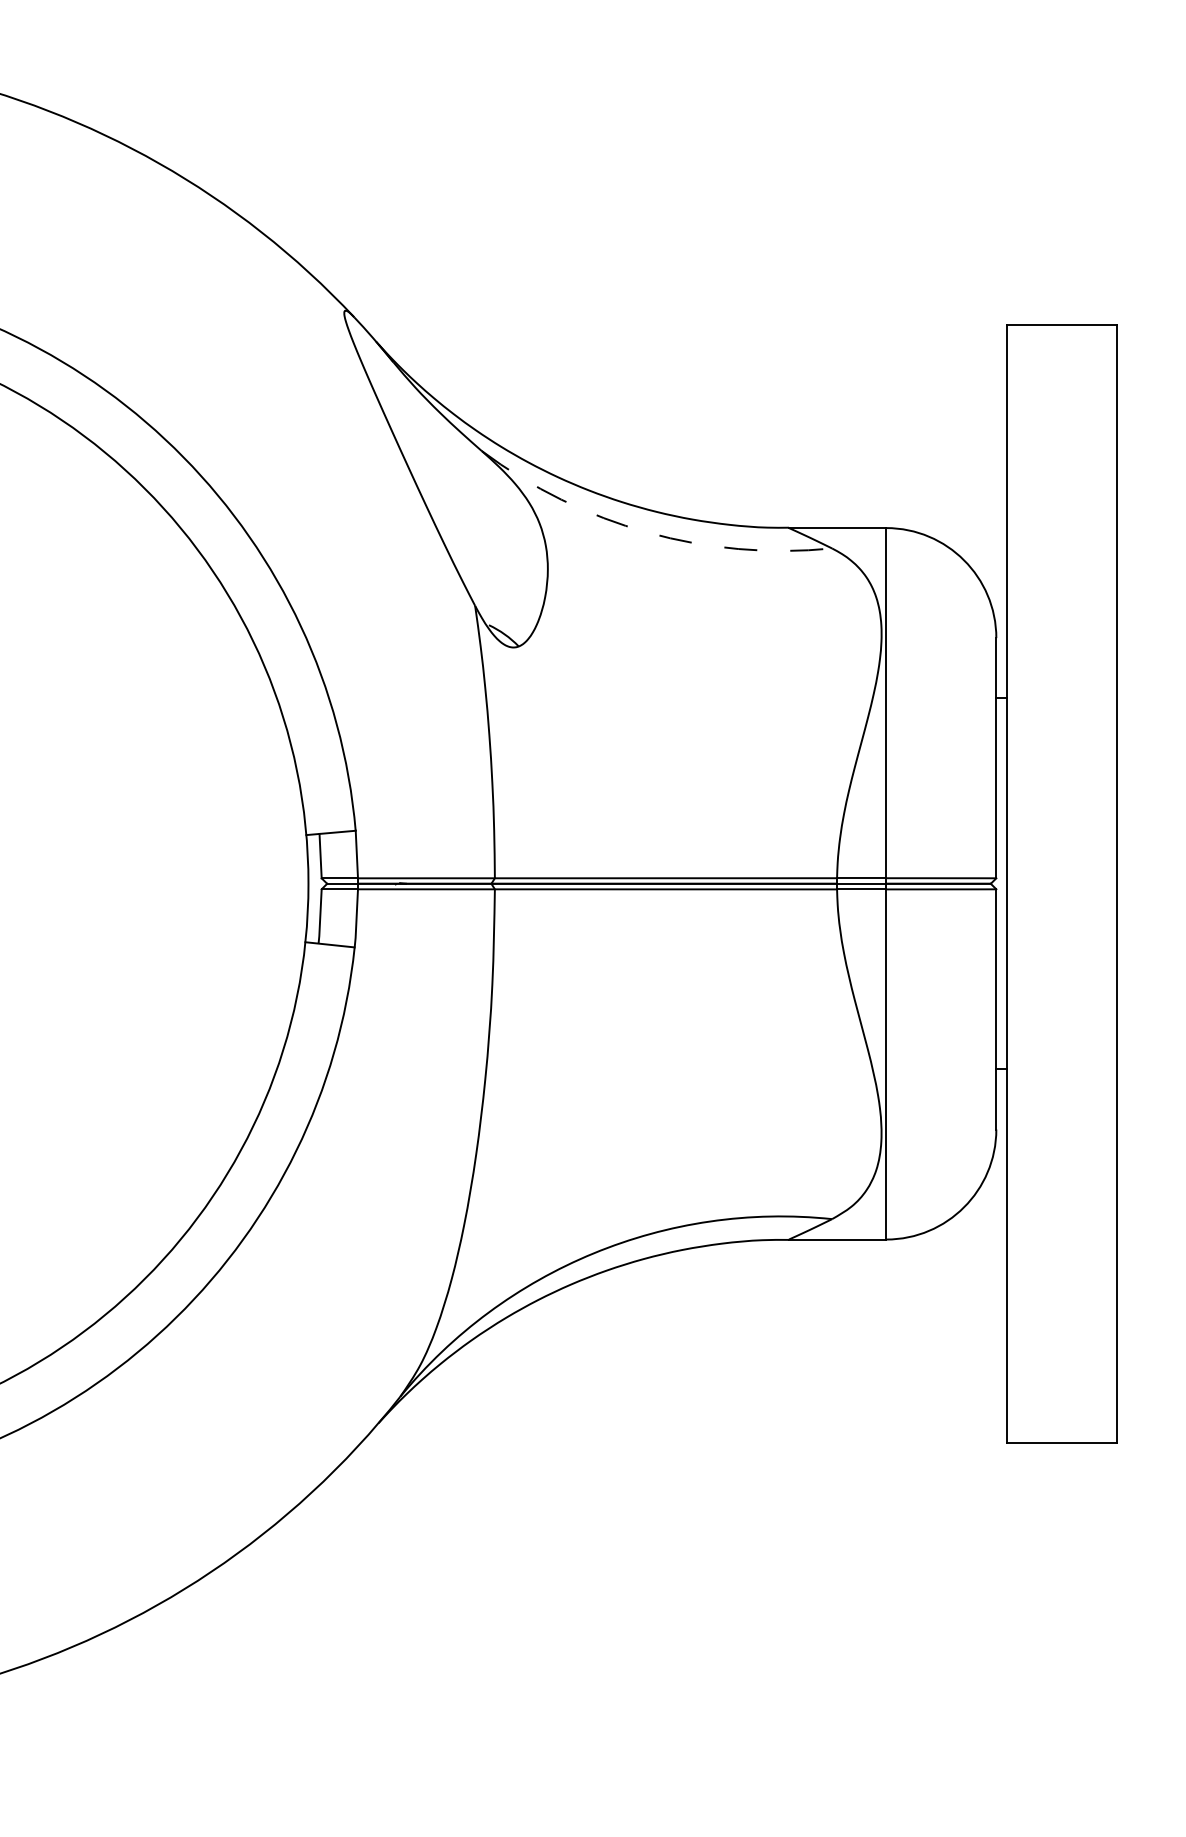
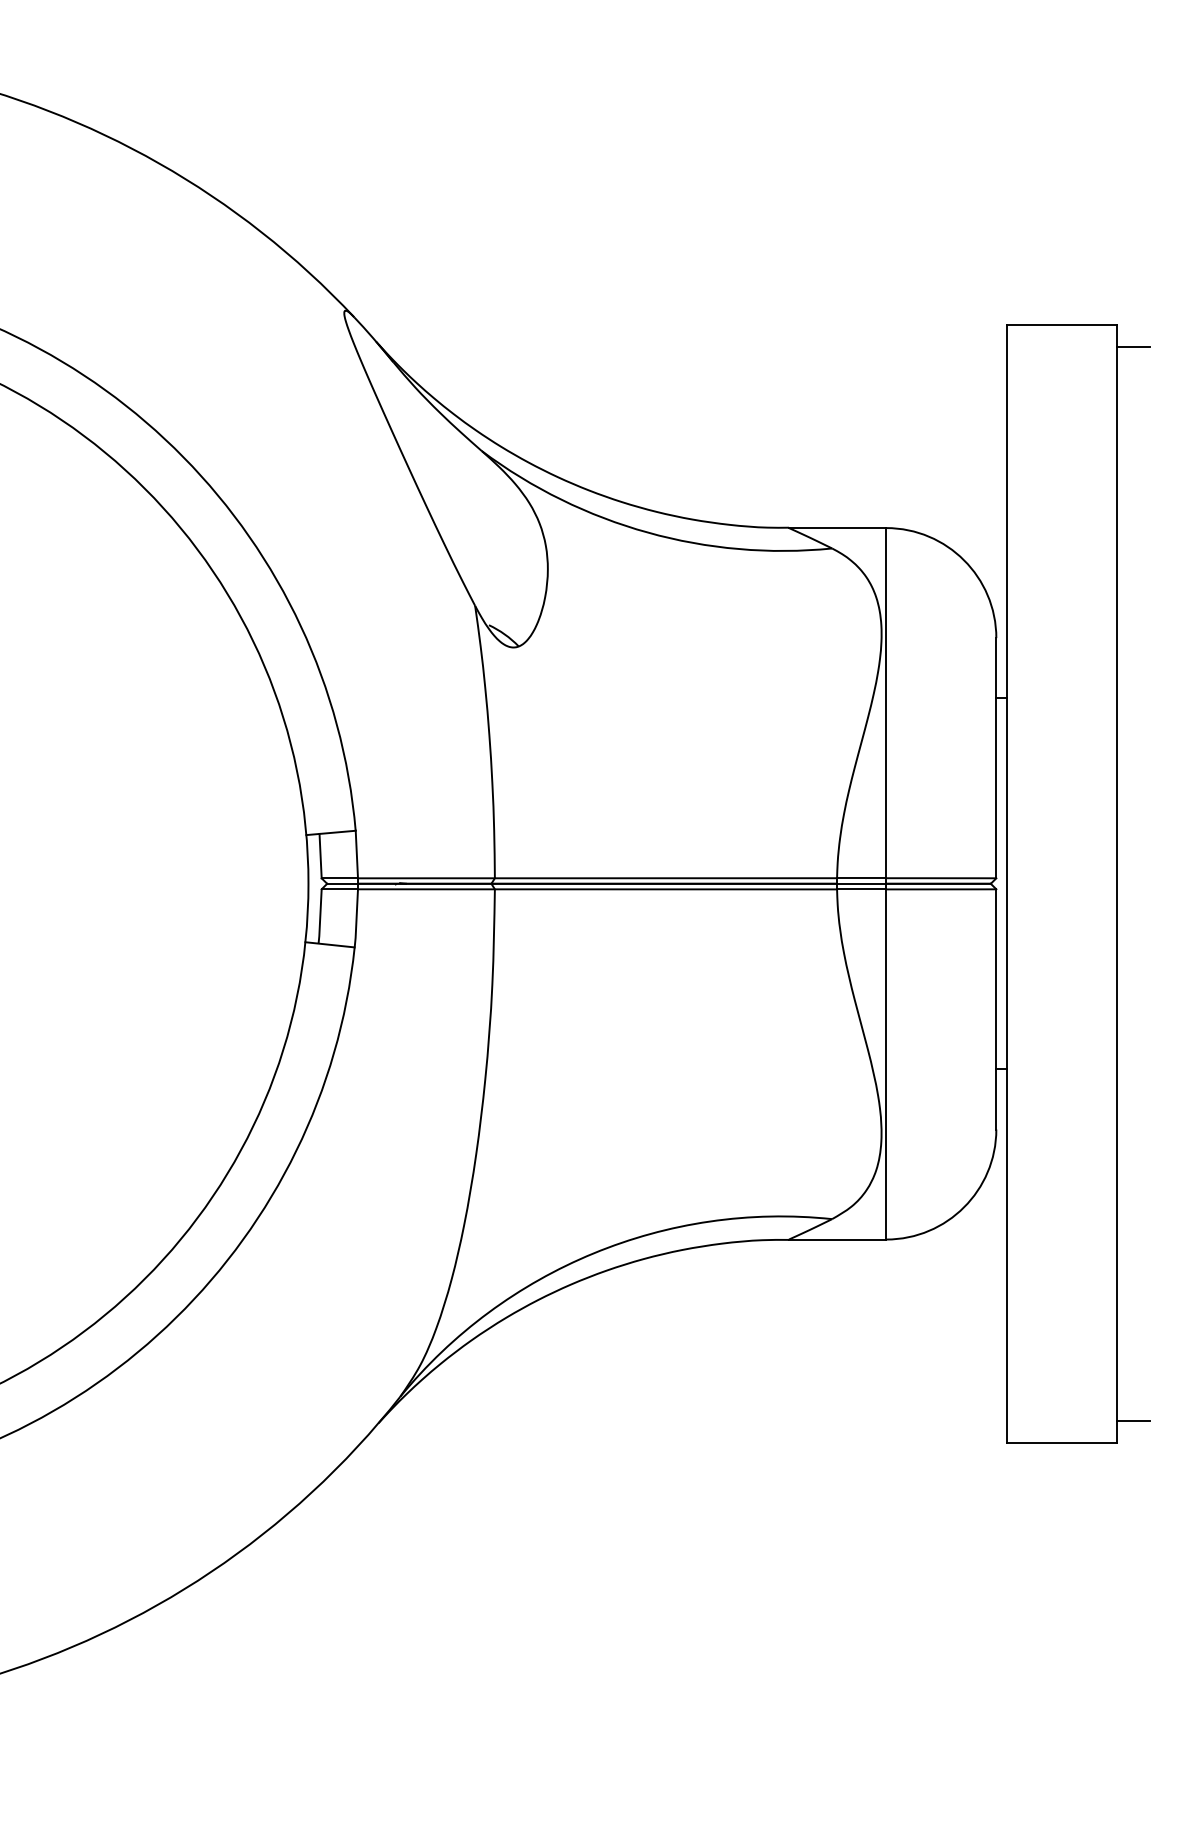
line at (1133, 346): none -> present
arc at (647, 532): dashed -> solid
line at (1133, 1420): none -> present
